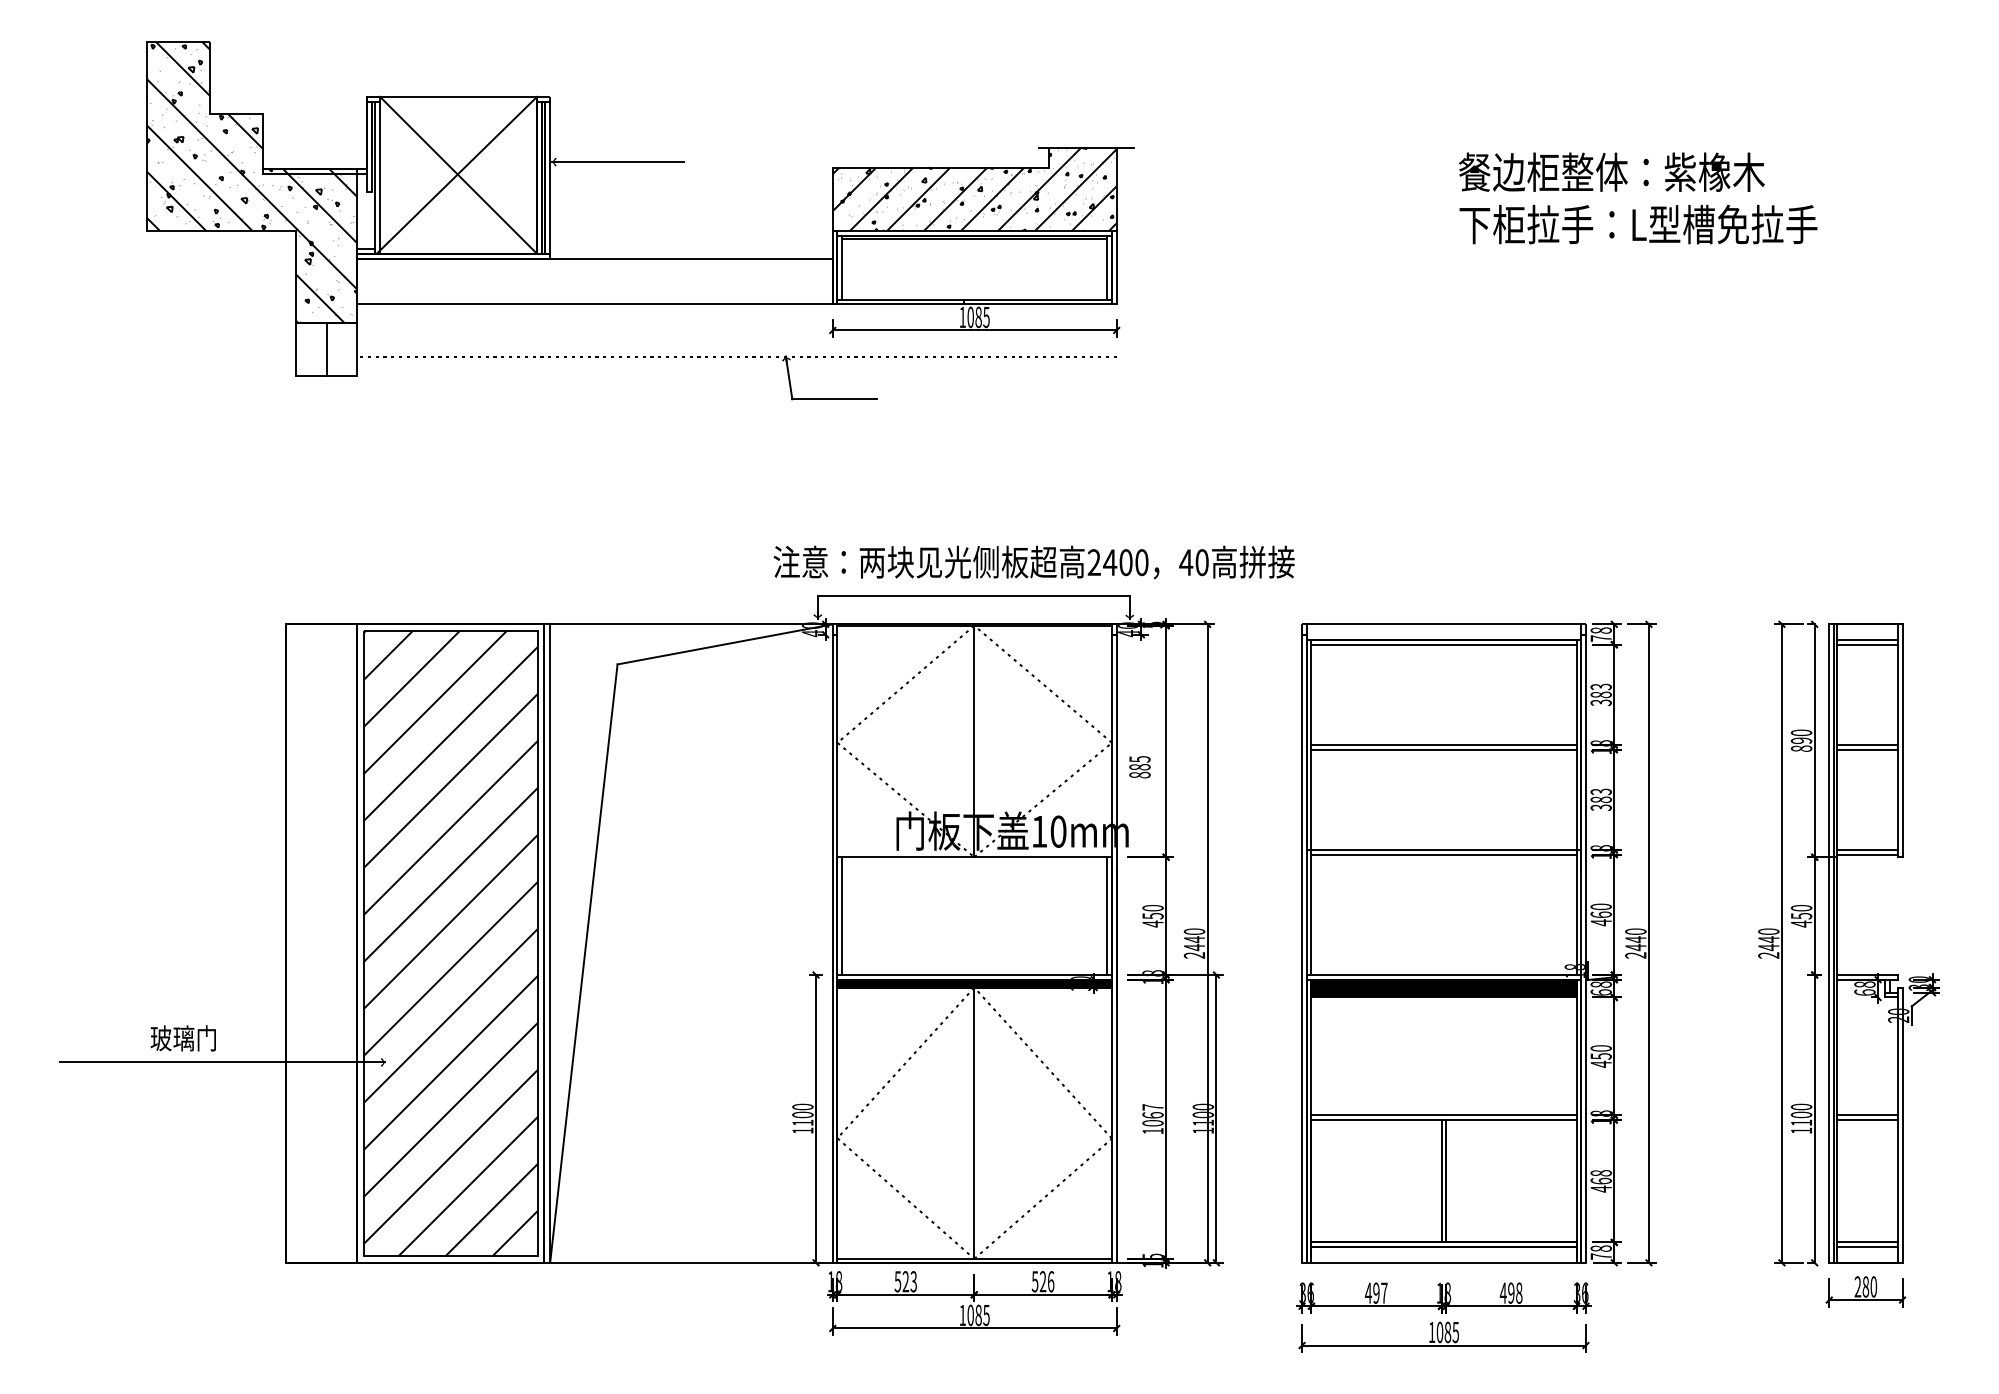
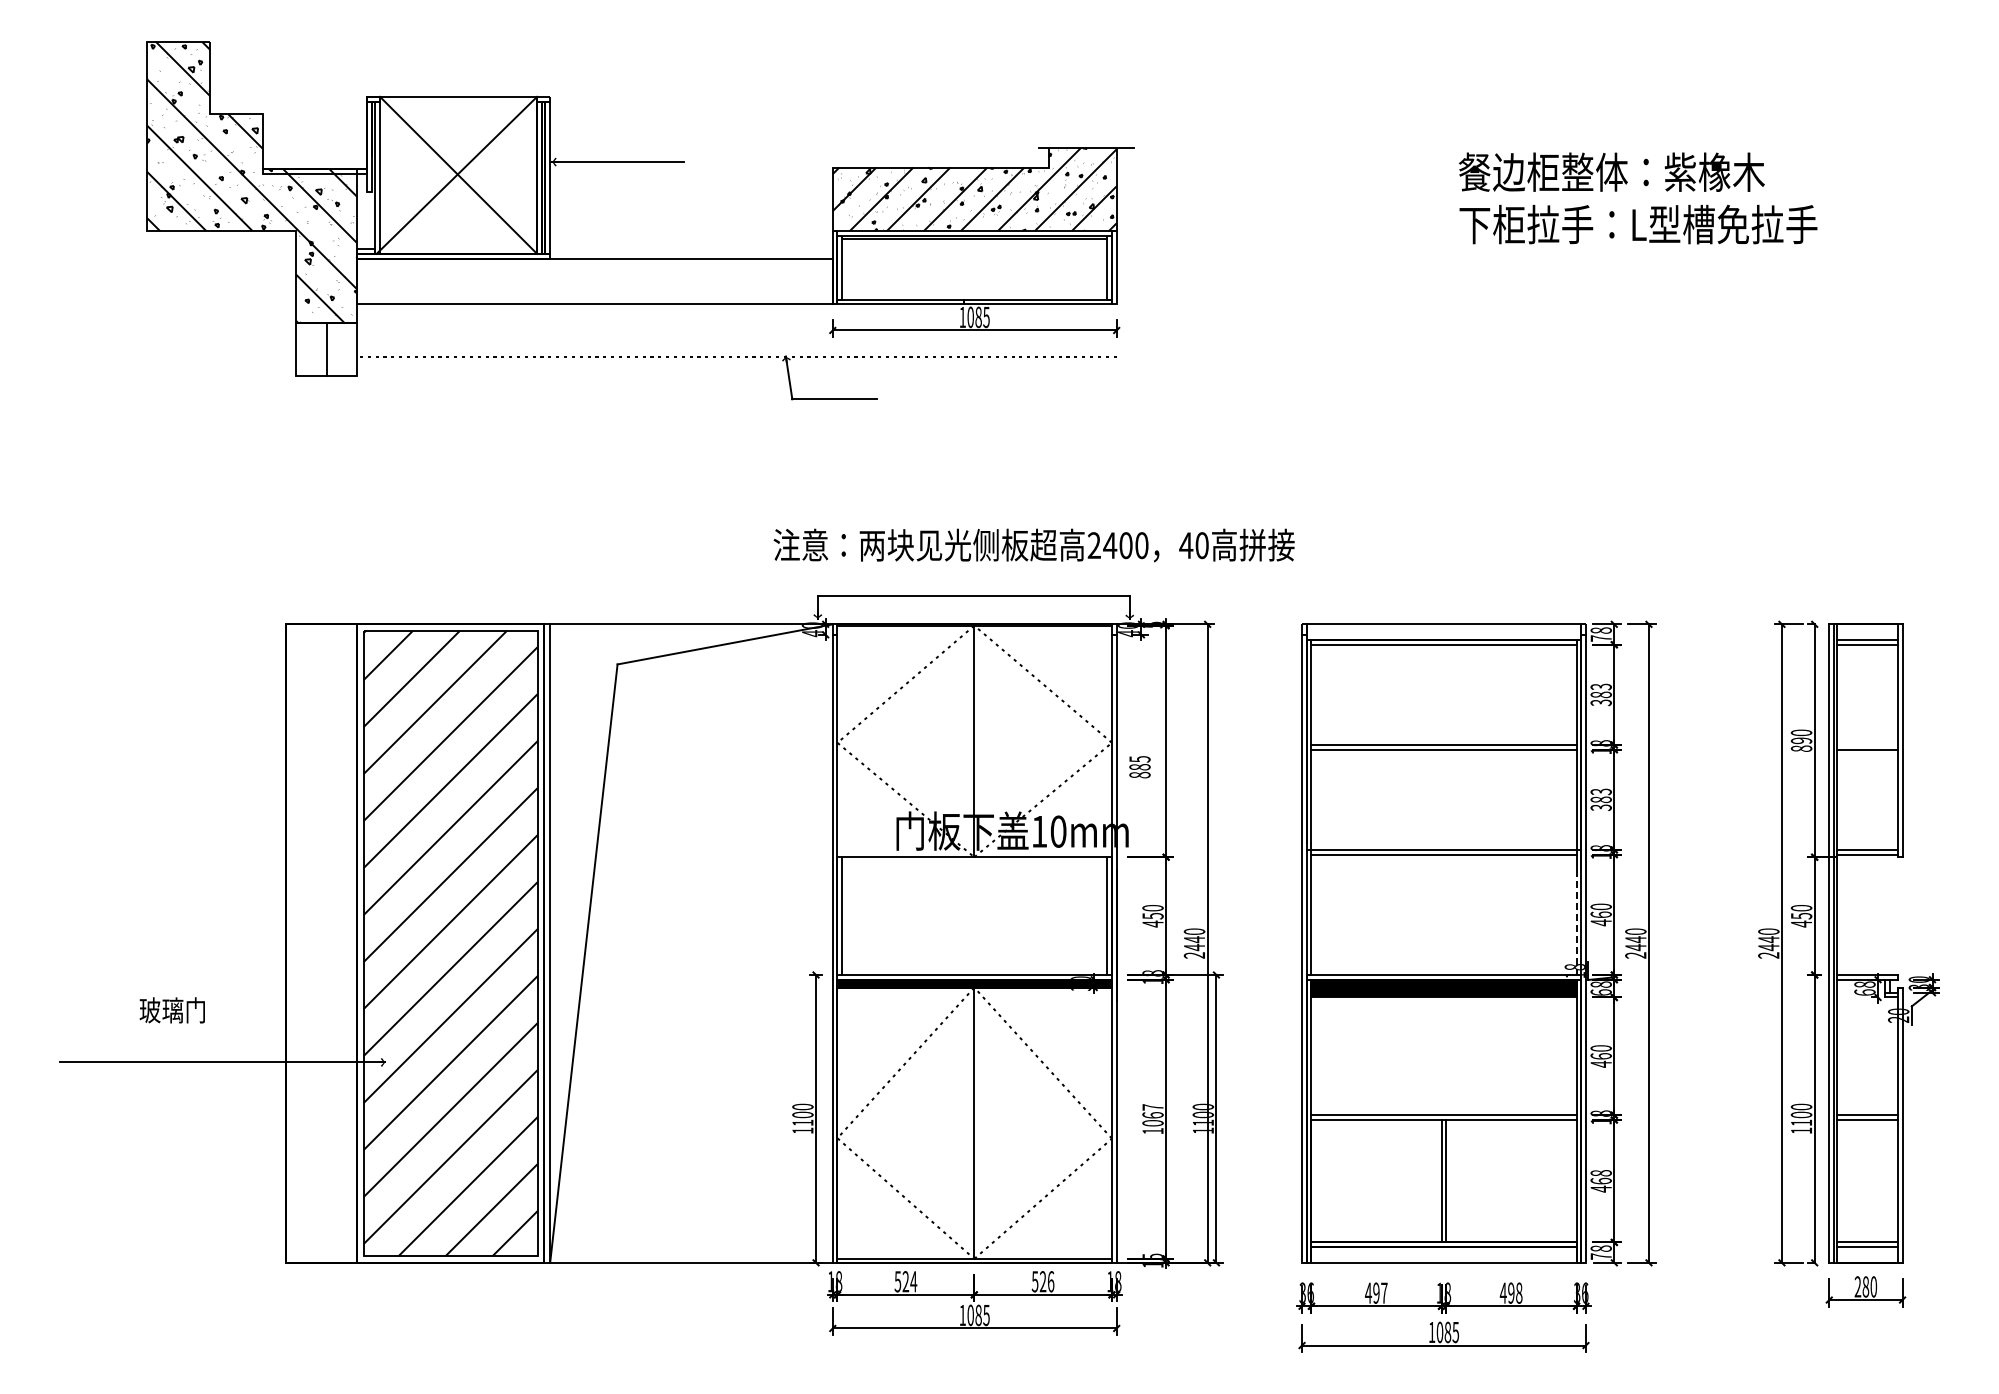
text at (1033, 562) position: (1033, 562) -> (1033, 545)
line at (1867, 744): present -> none
line at (1576, 923): solid -> dashed
text at (182, 1038) position: (182, 1038) -> (171, 1010)
text at (1600, 1056): 450 -> 460
text at (913, 1281): 523 -> 524
